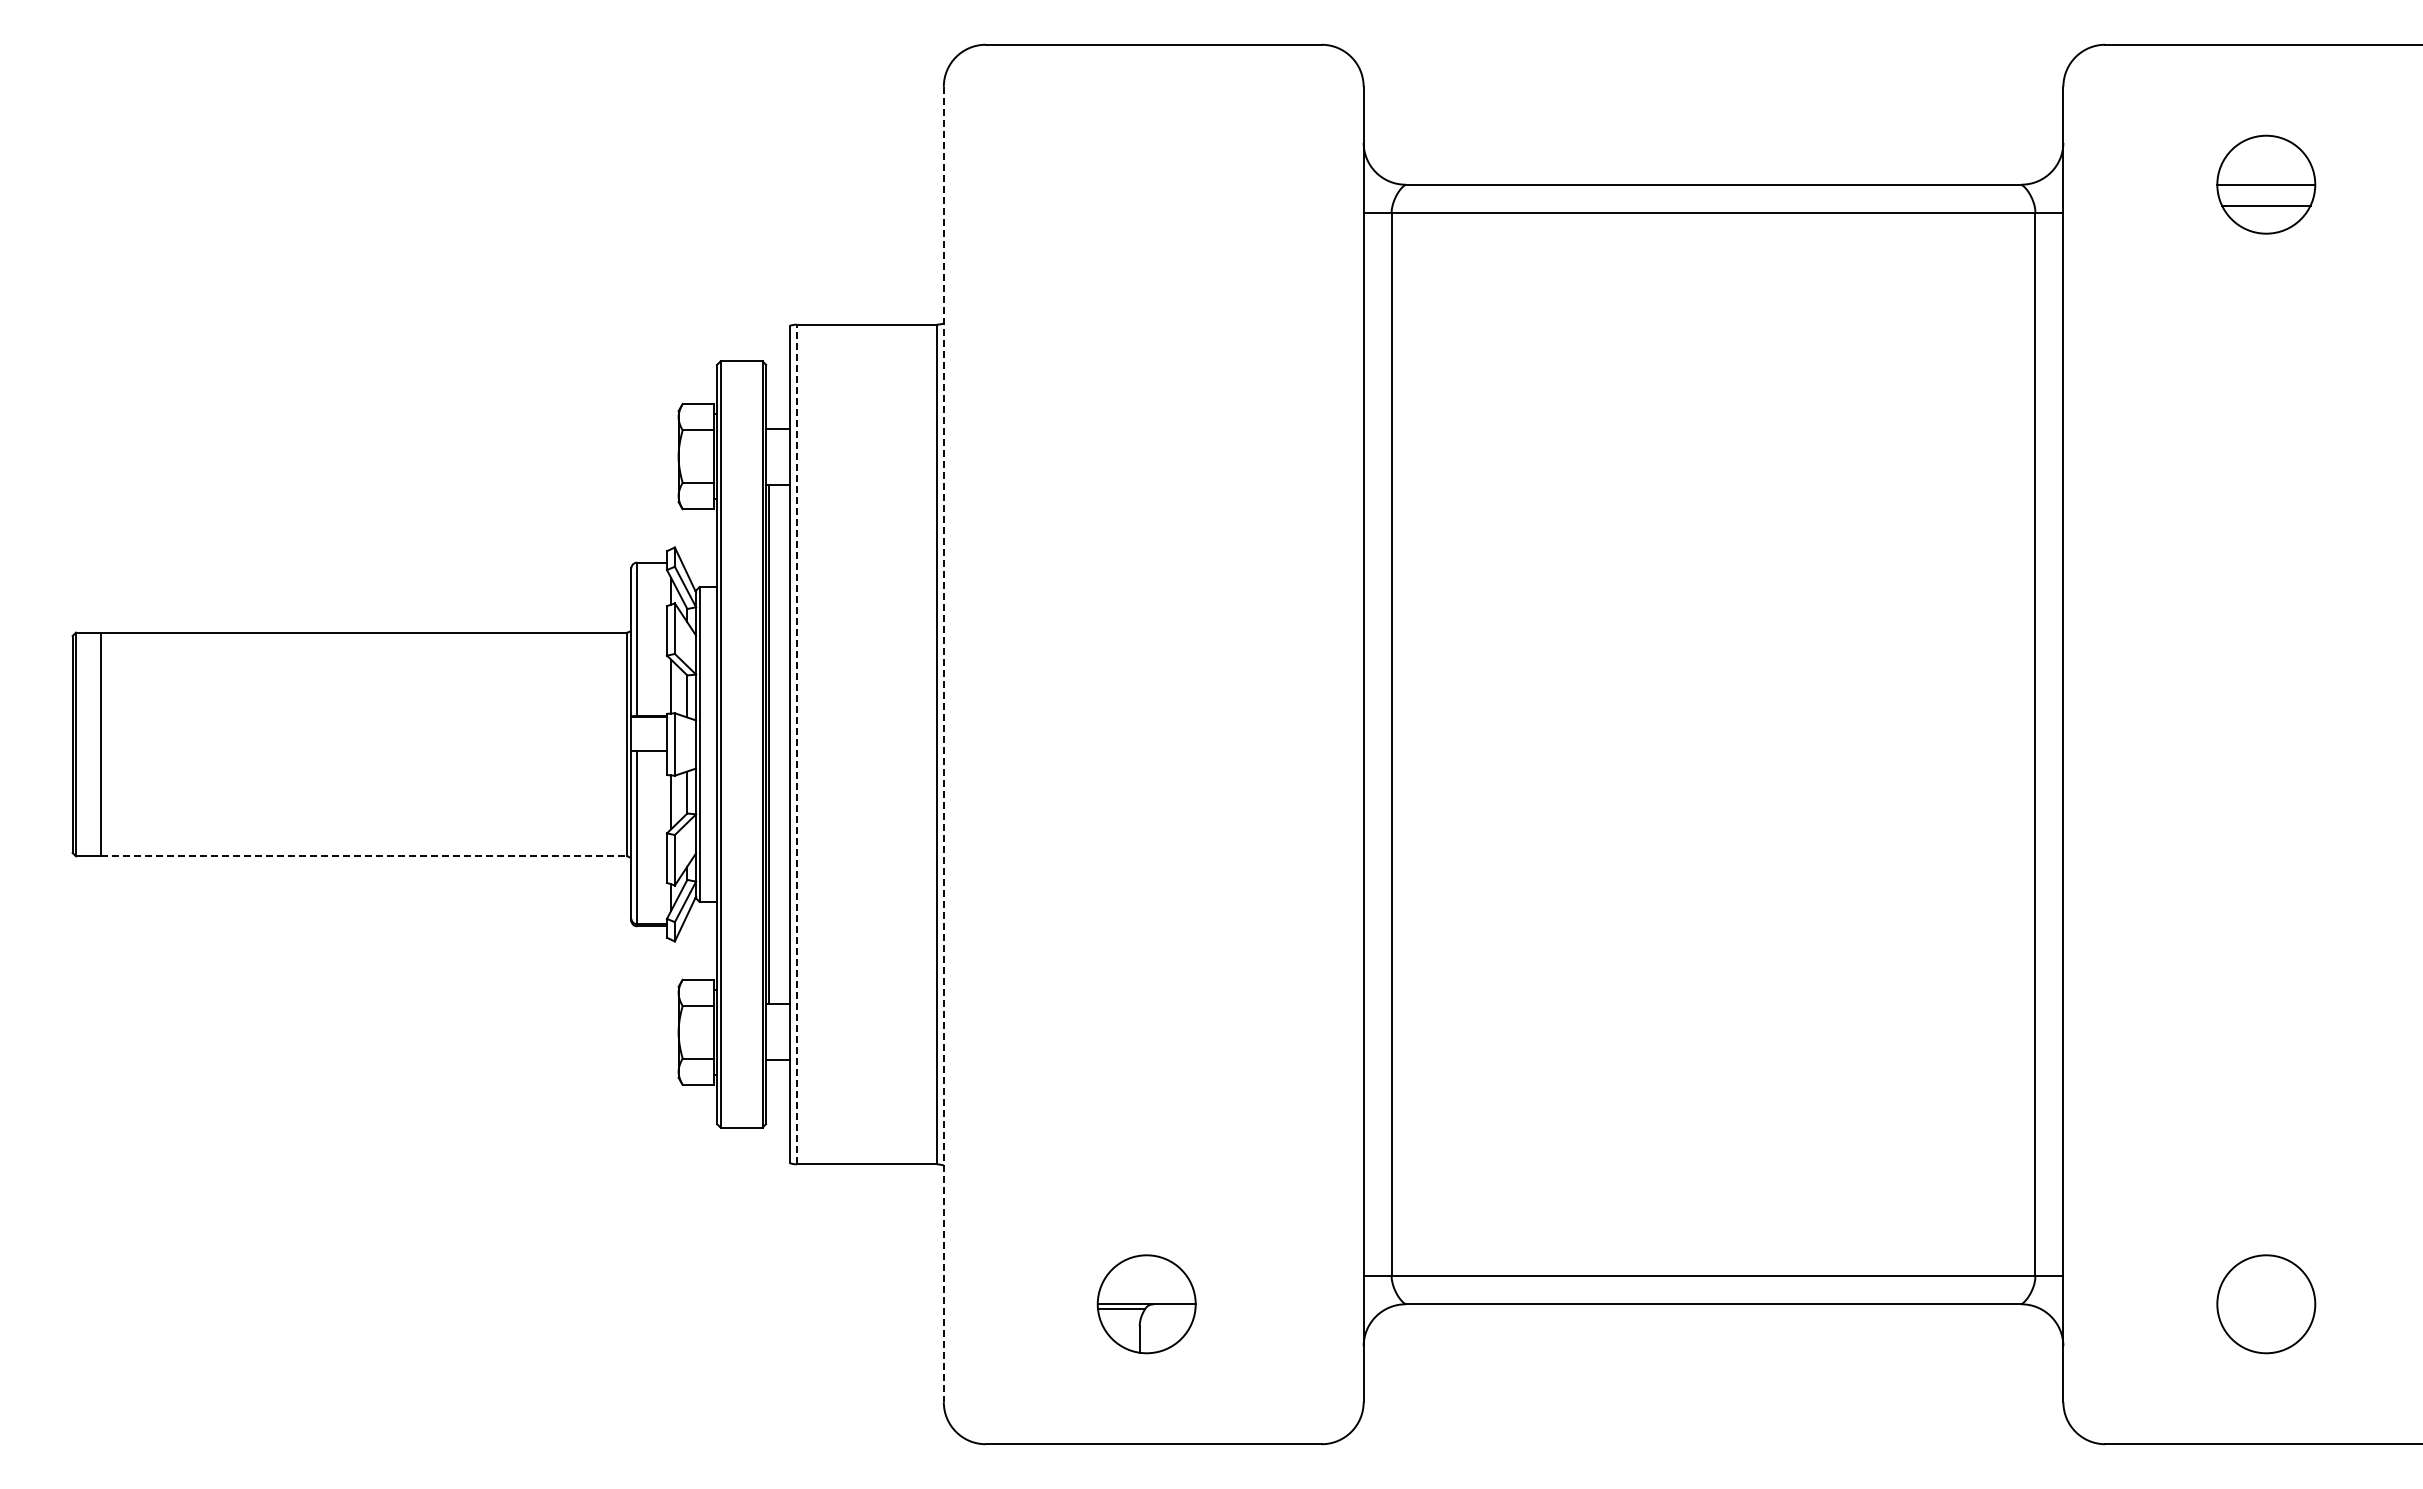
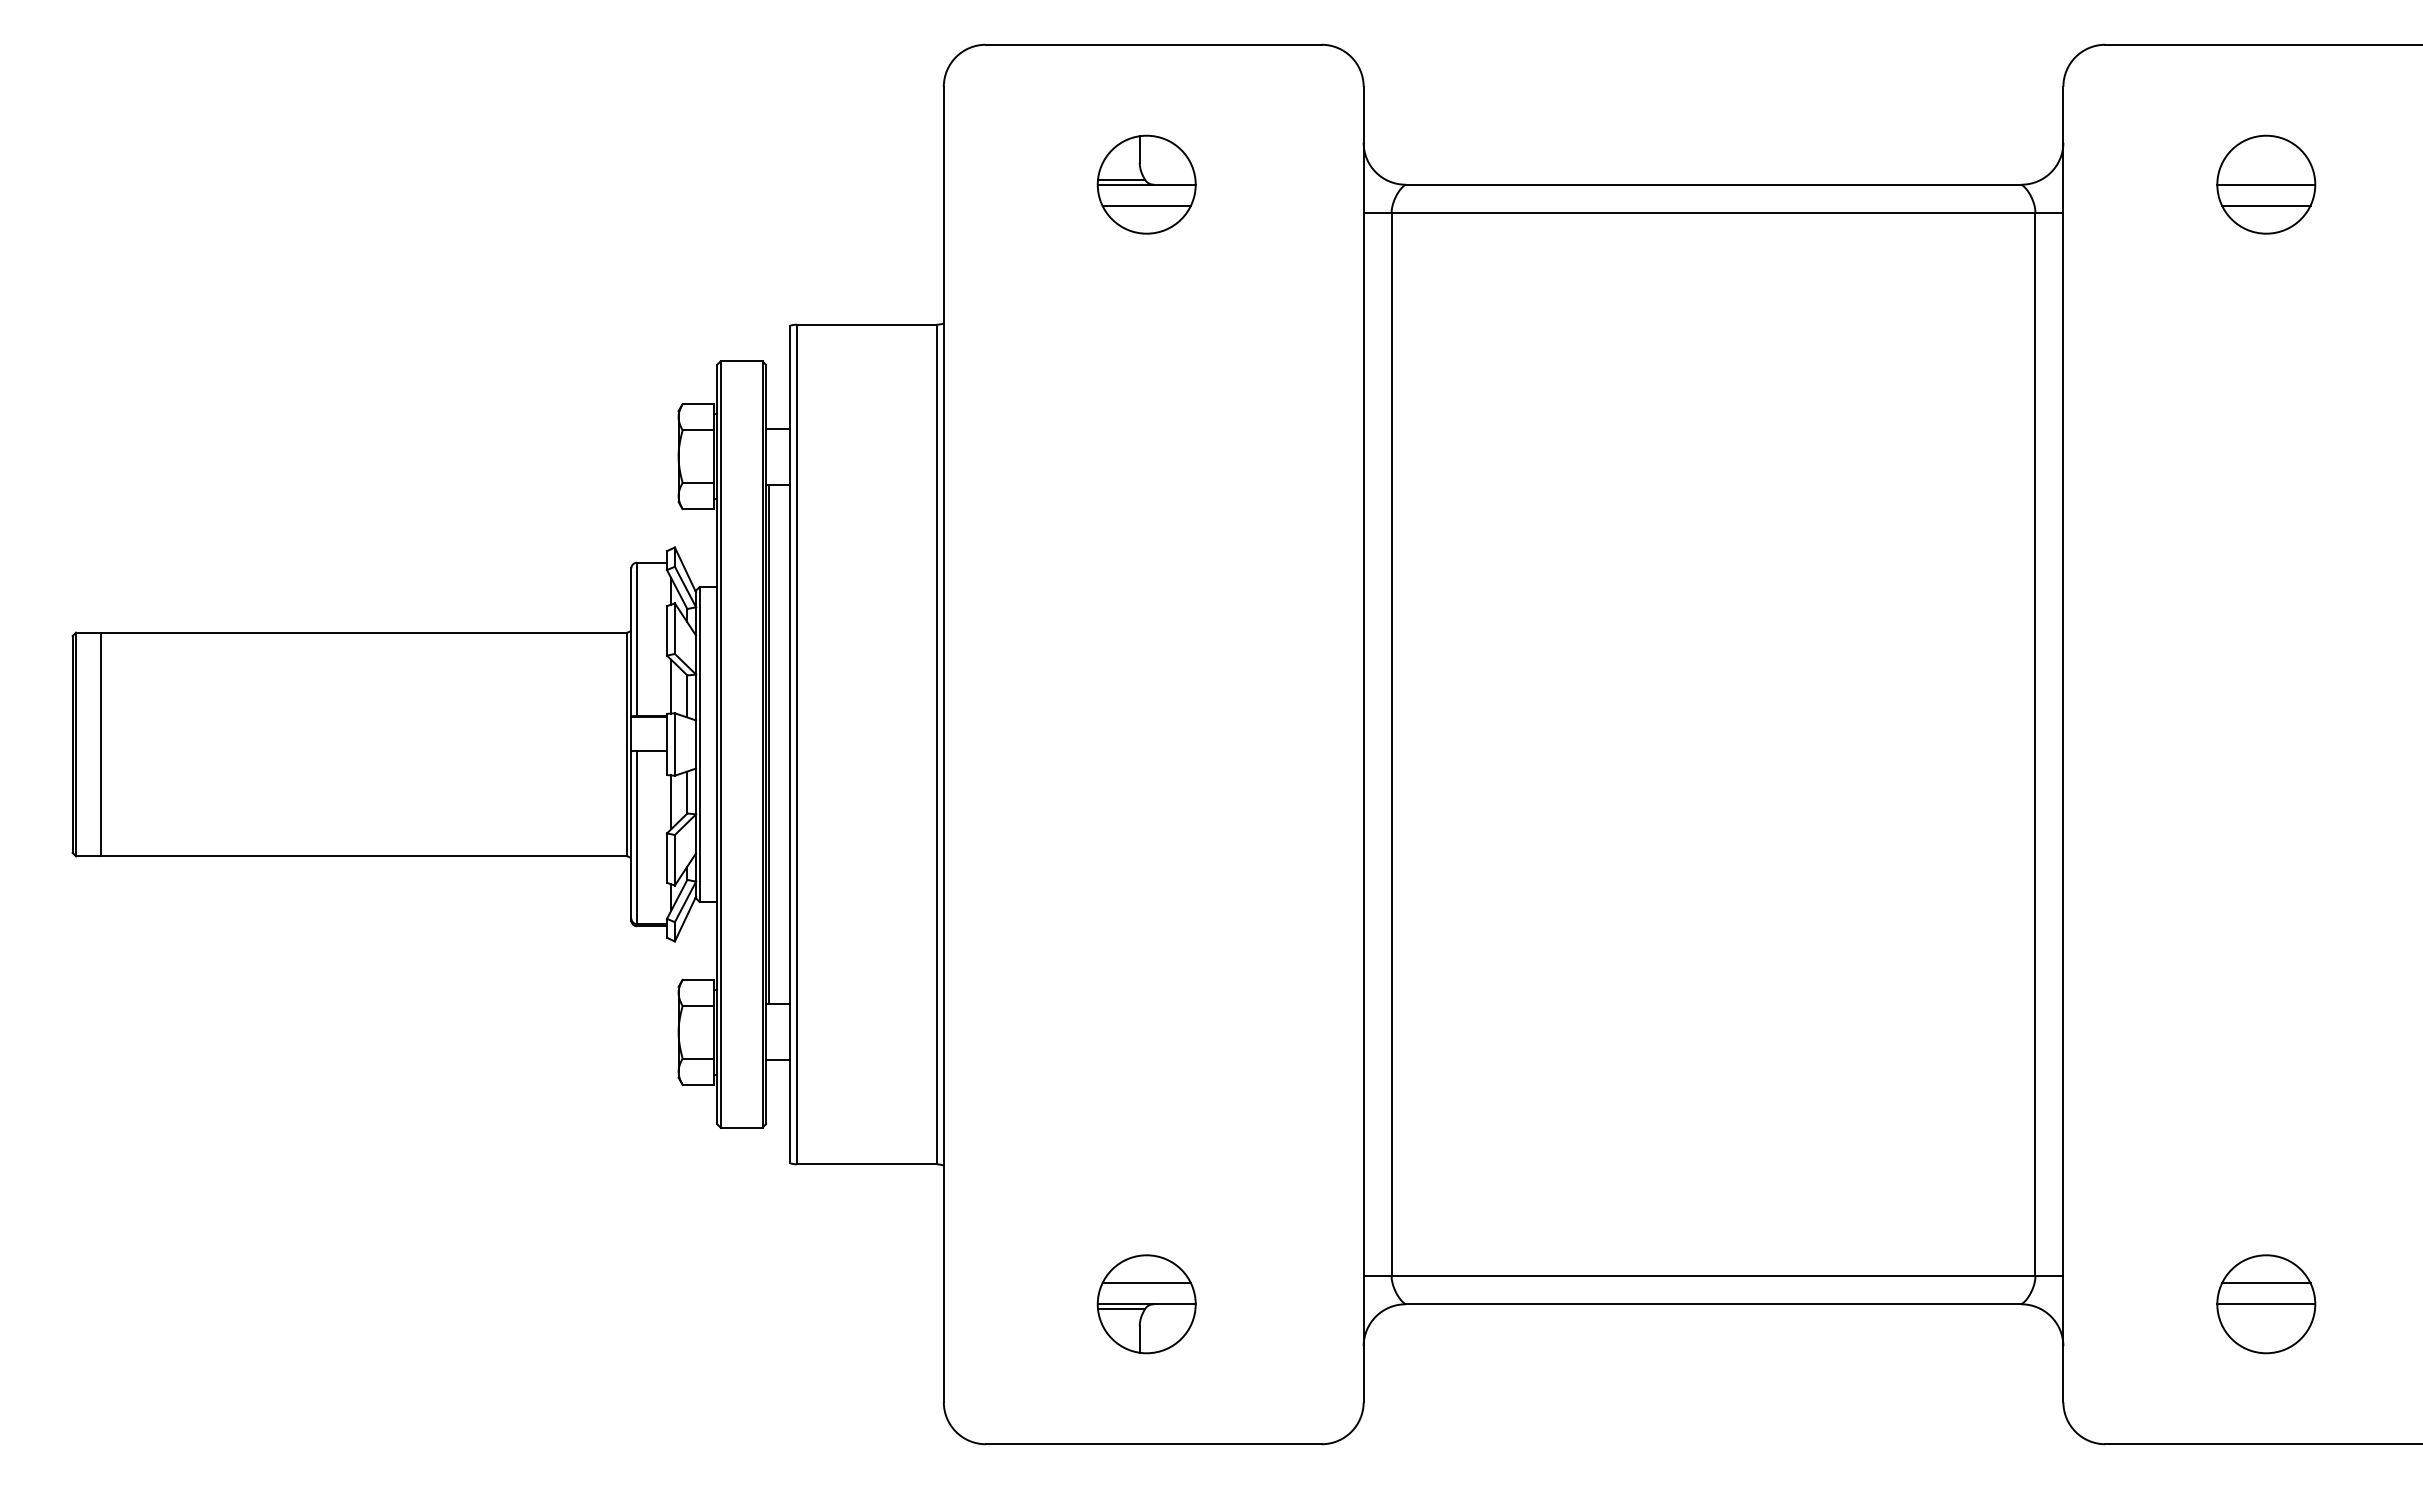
part at (1146, 184): none -> present
line at (796, 744): dashed -> solid
line at (943, 744): dashed -> solid
line at (364, 856): dashed -> solid
line at (1146, 1283): none -> present
line at (2266, 1283): none -> present
line at (2266, 1304): none -> present
